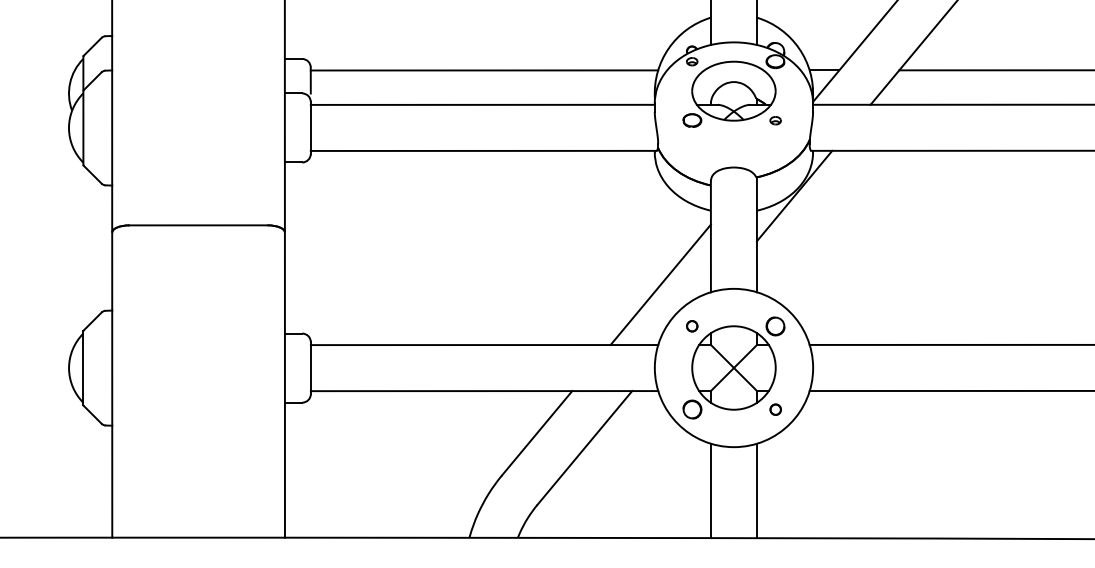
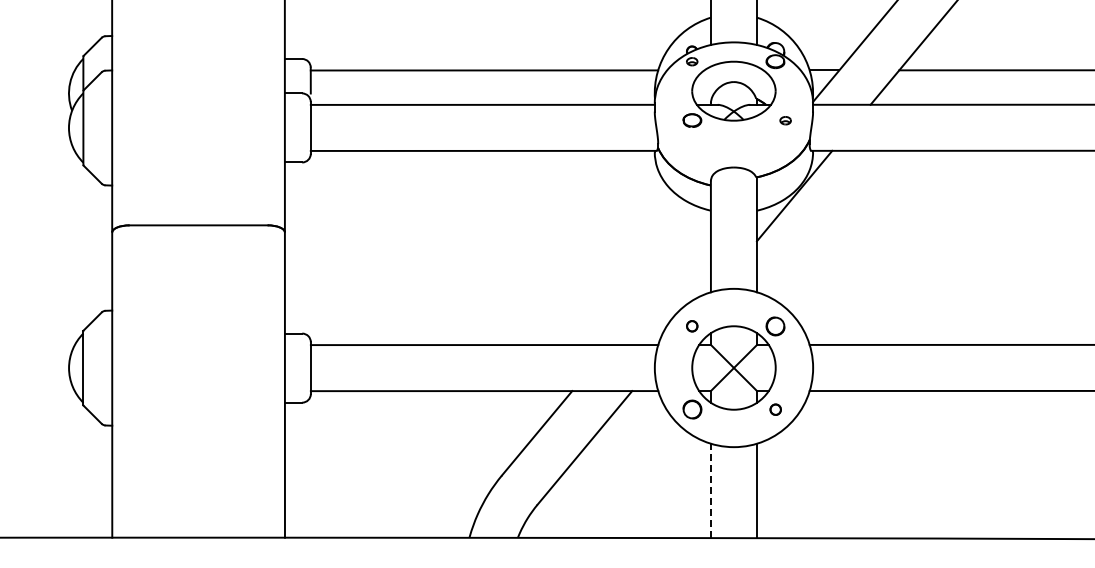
part at (775, 120) position: (775, 120) -> (785, 120)
line at (660, 284): present -> none
line at (710, 490): solid -> dashed
